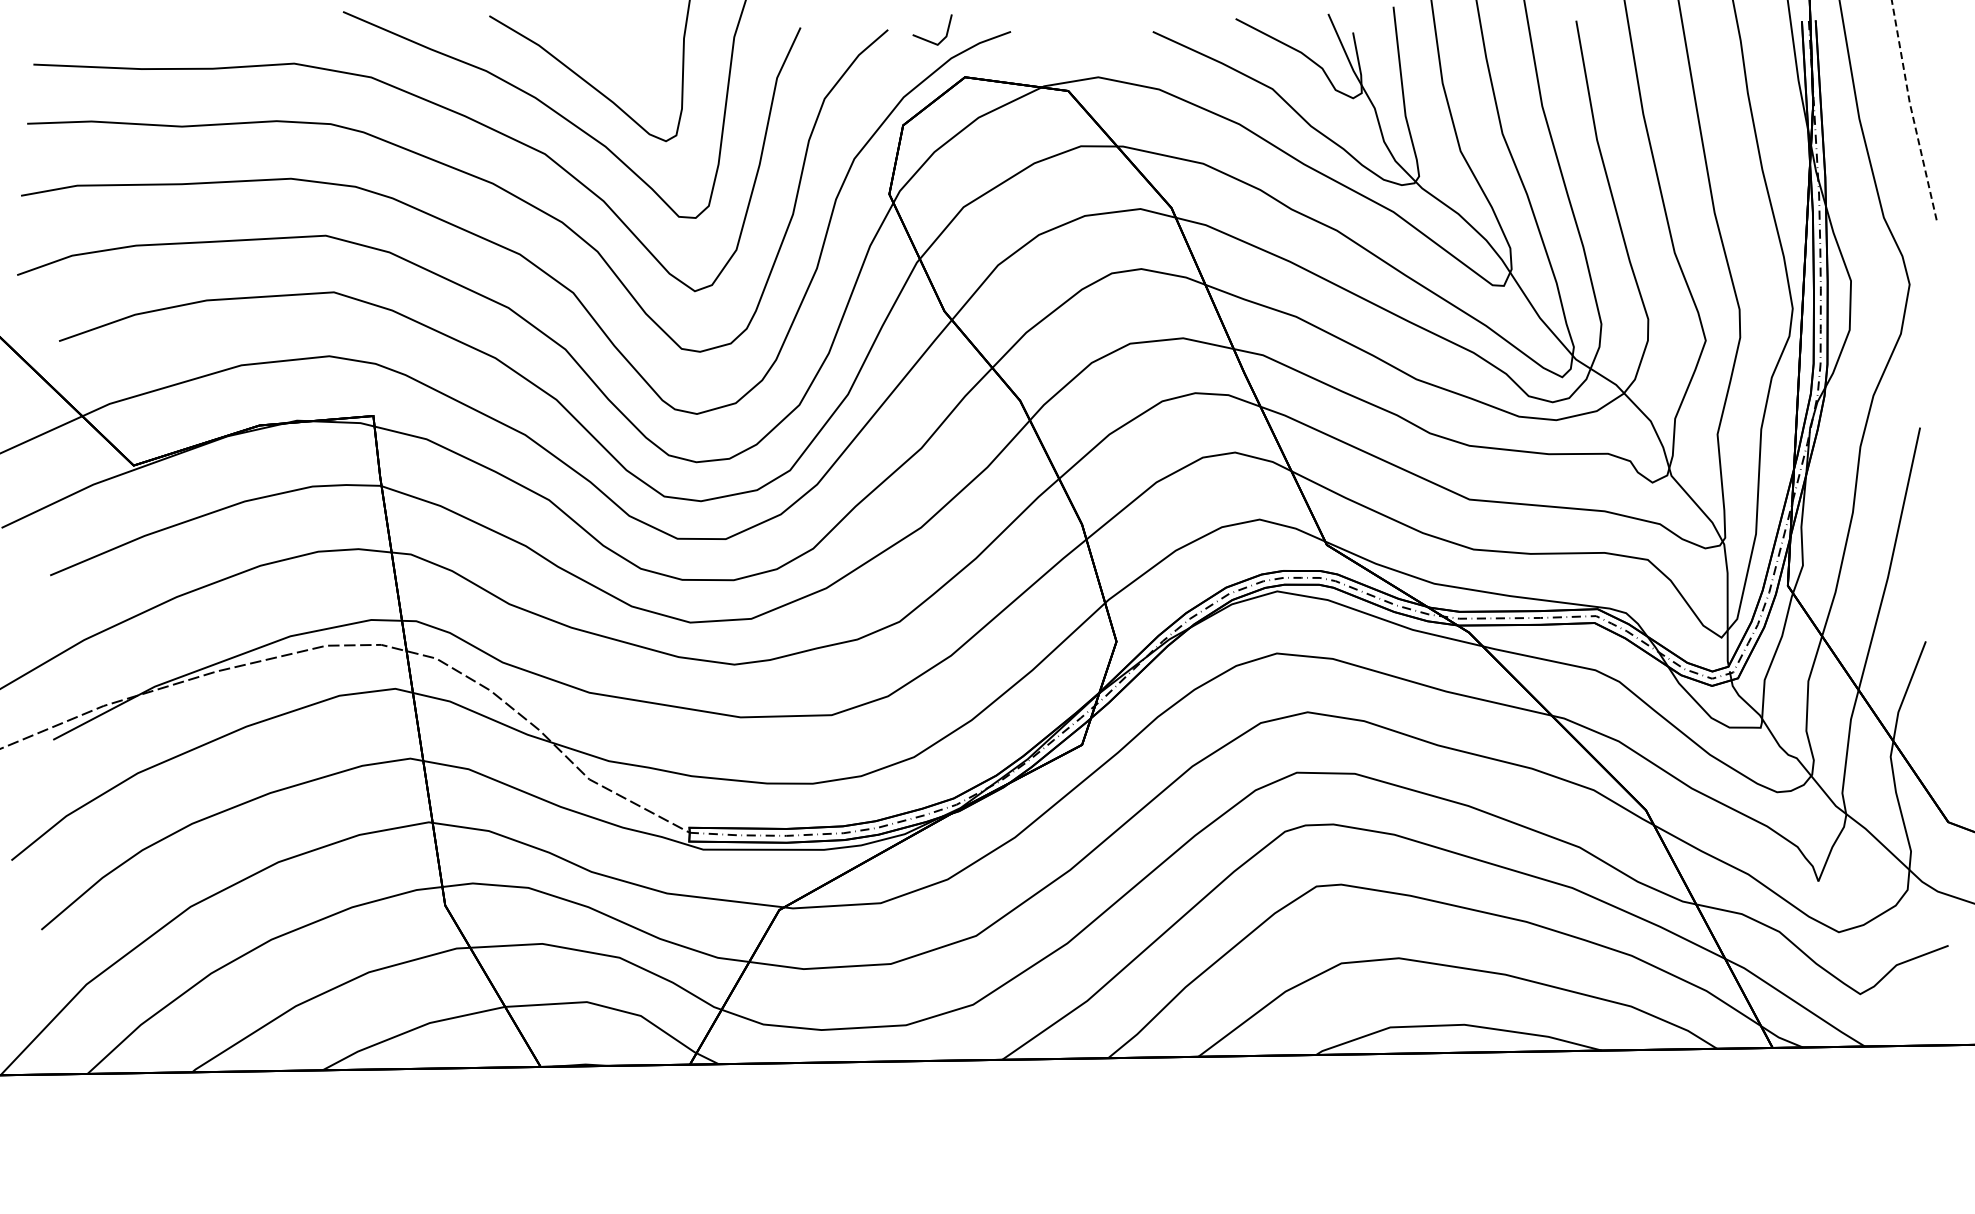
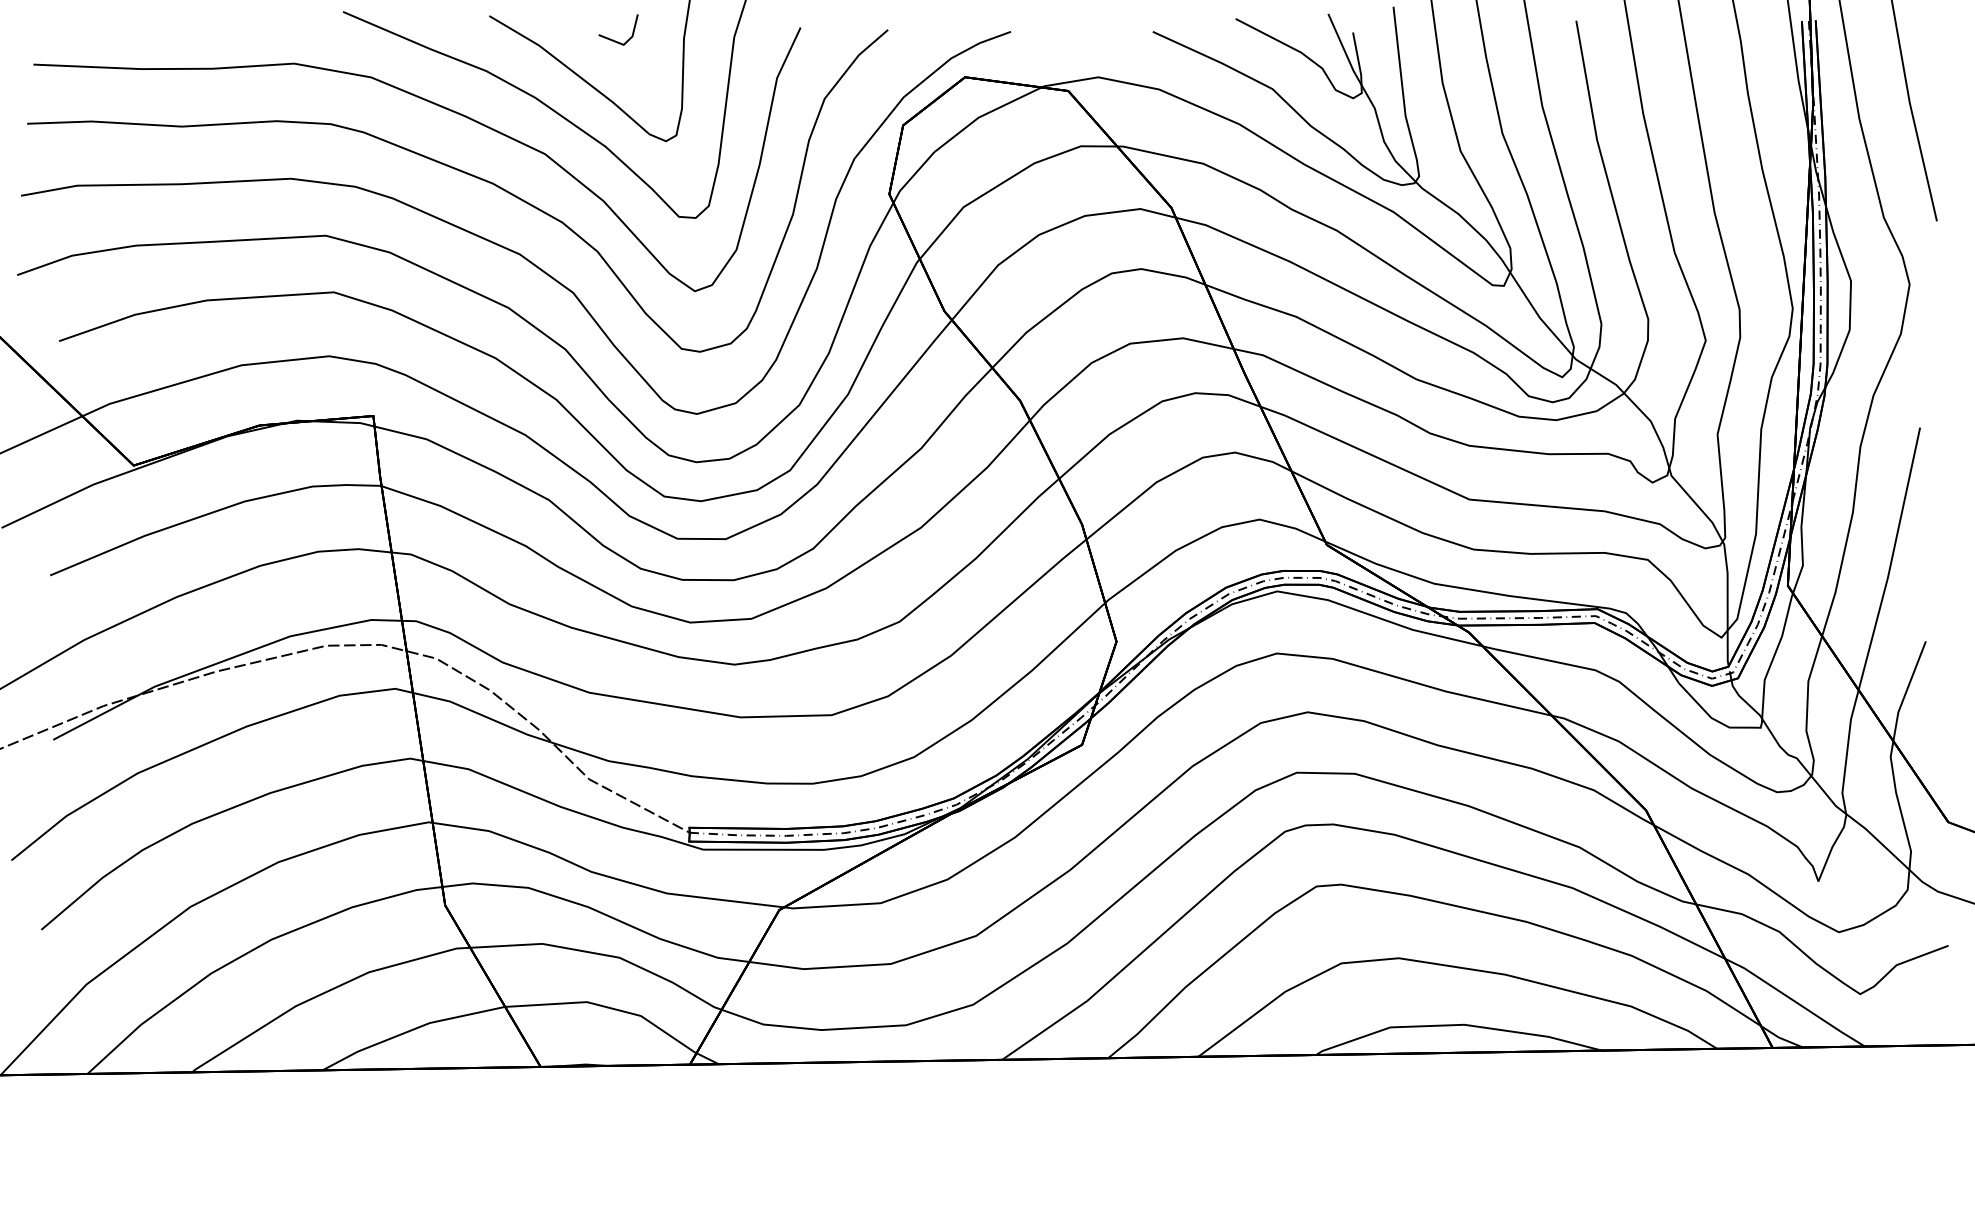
line at (927, 39) position: (927, 39) -> (613, 39)
line at (1911, 111): dashed -> solid
